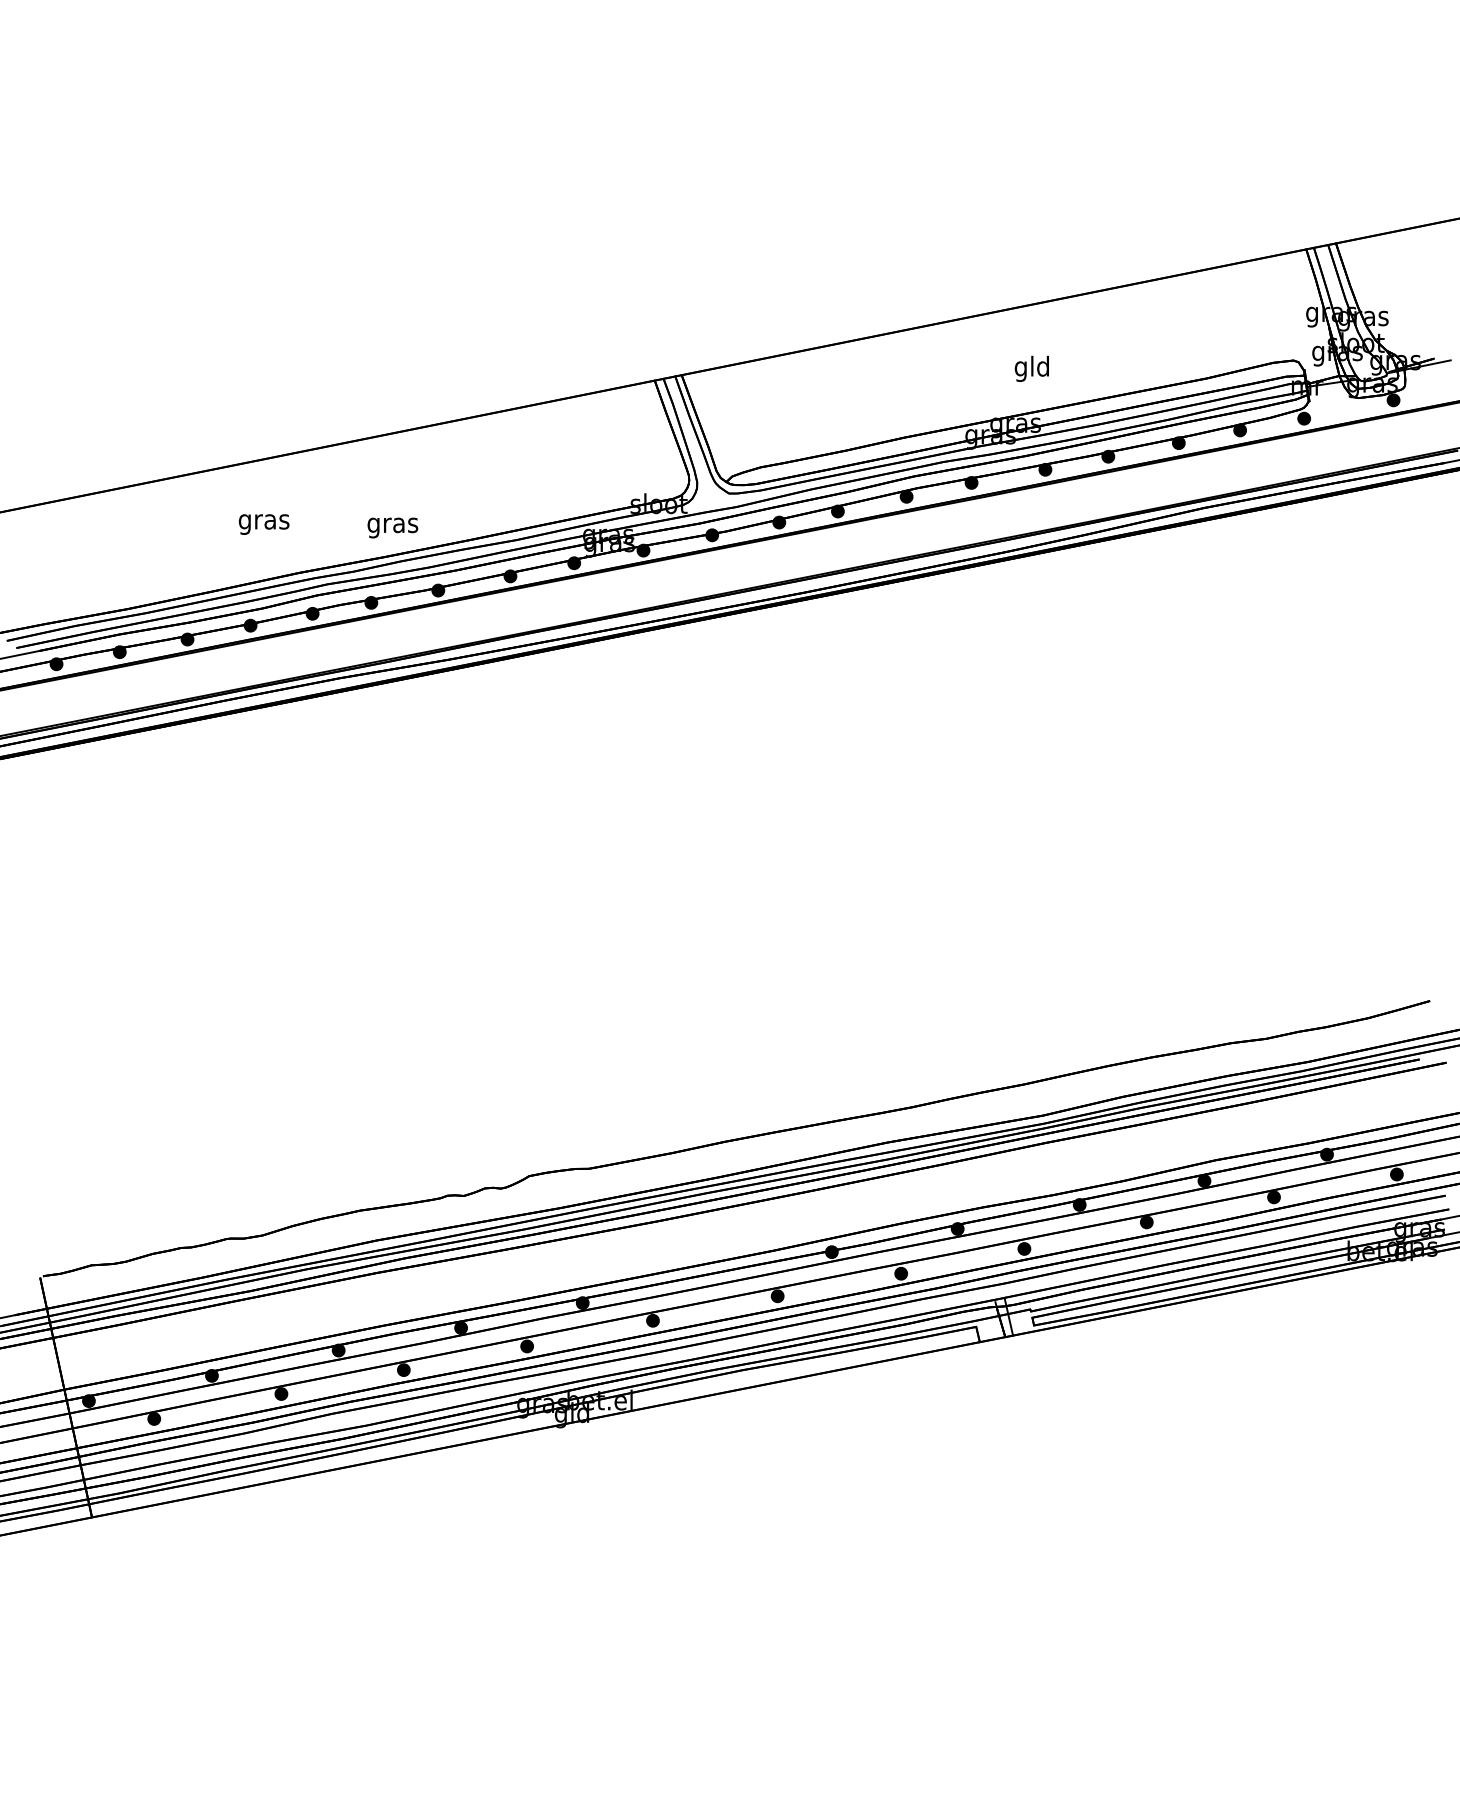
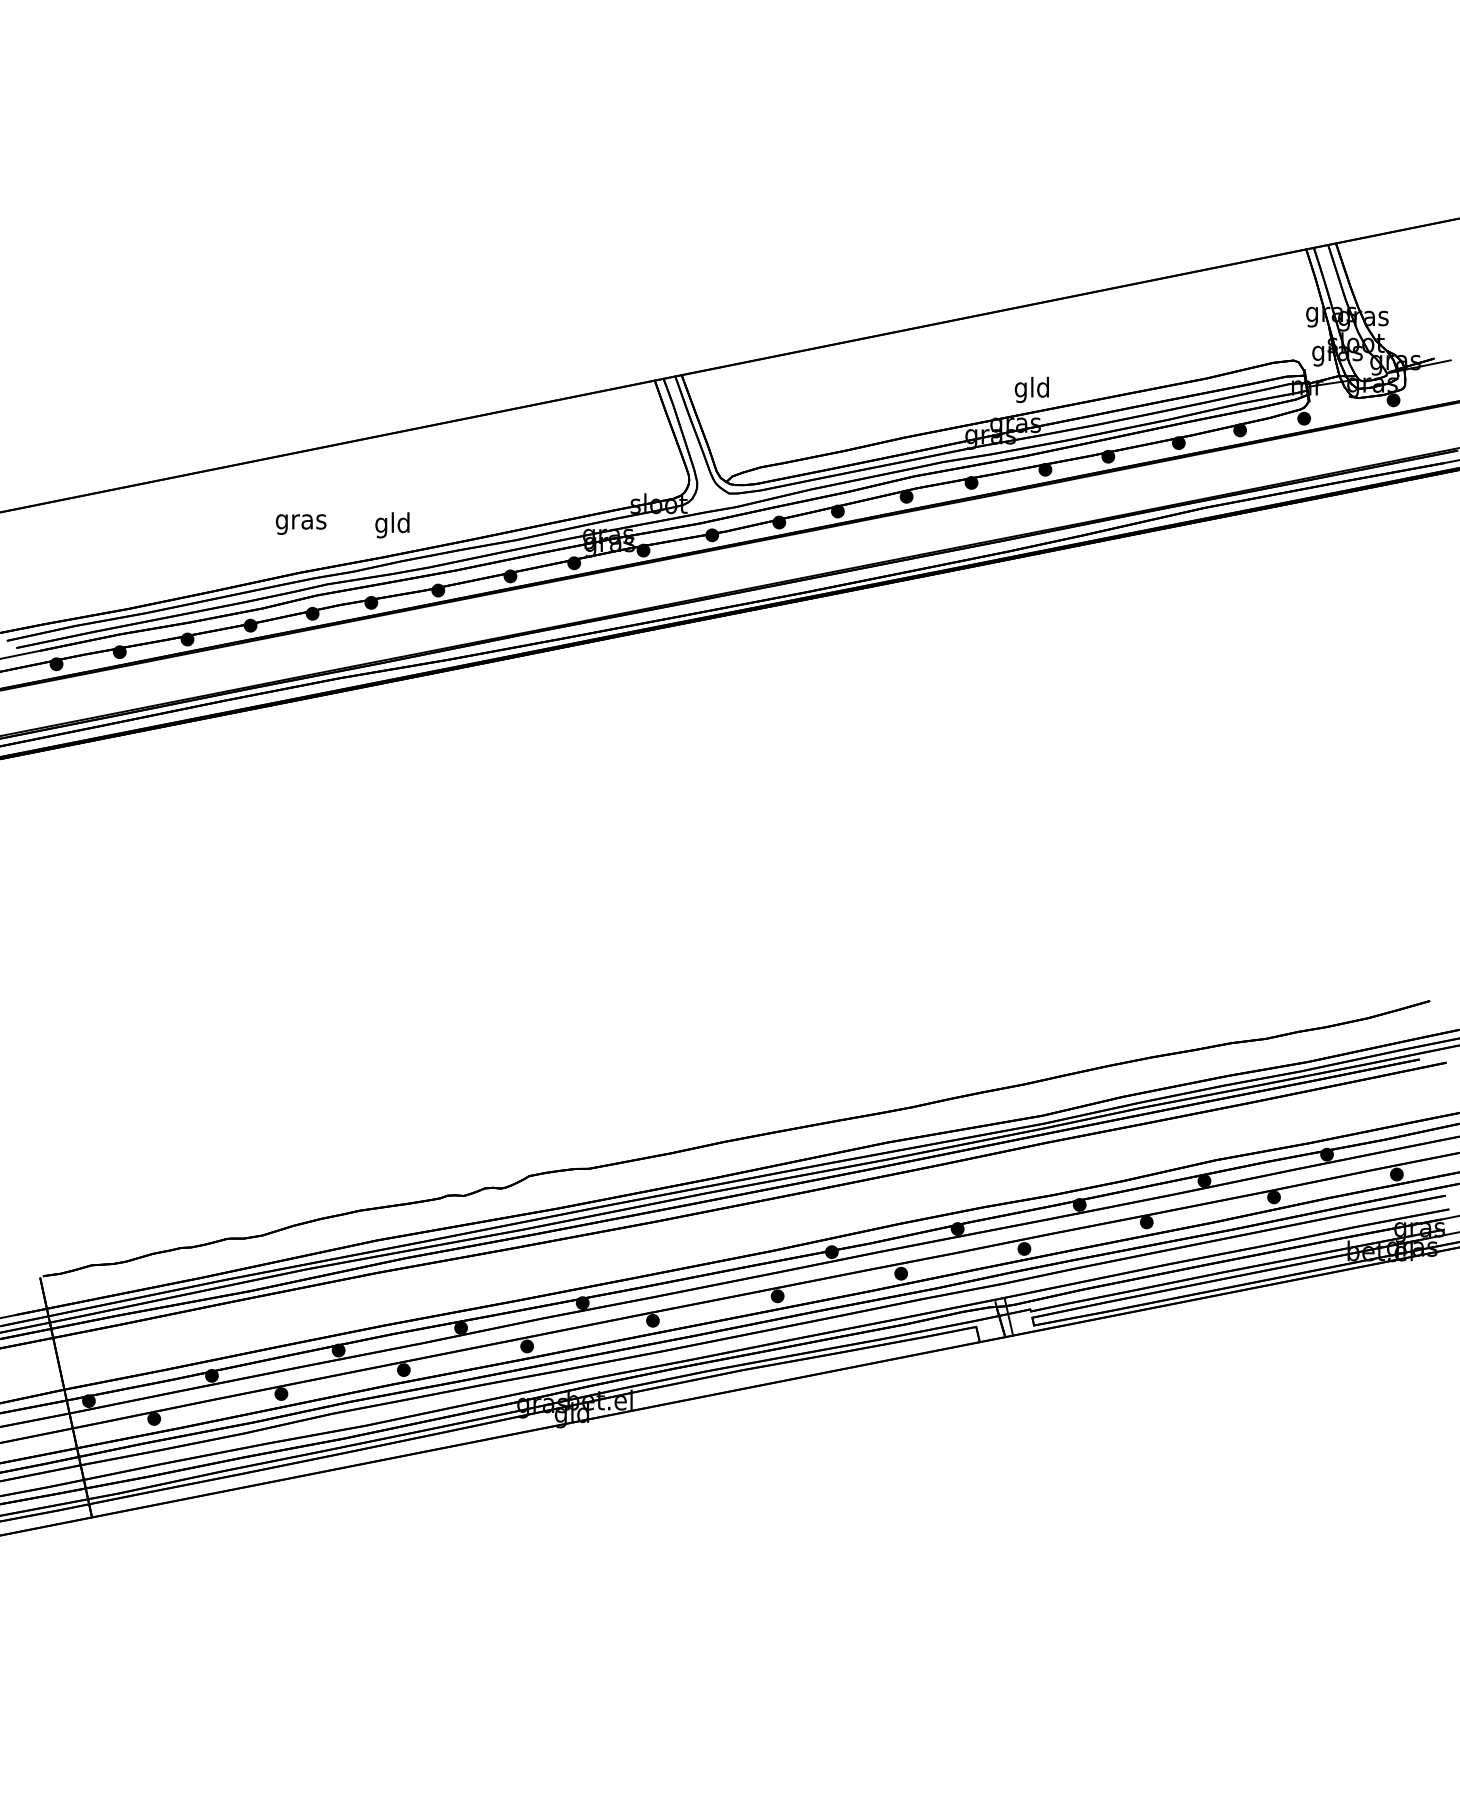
text at (1031, 368) position: (1031, 368) -> (1031, 389)
text at (263, 524) position: (263, 524) -> (300, 524)
text at (392, 525): gras -> gld
